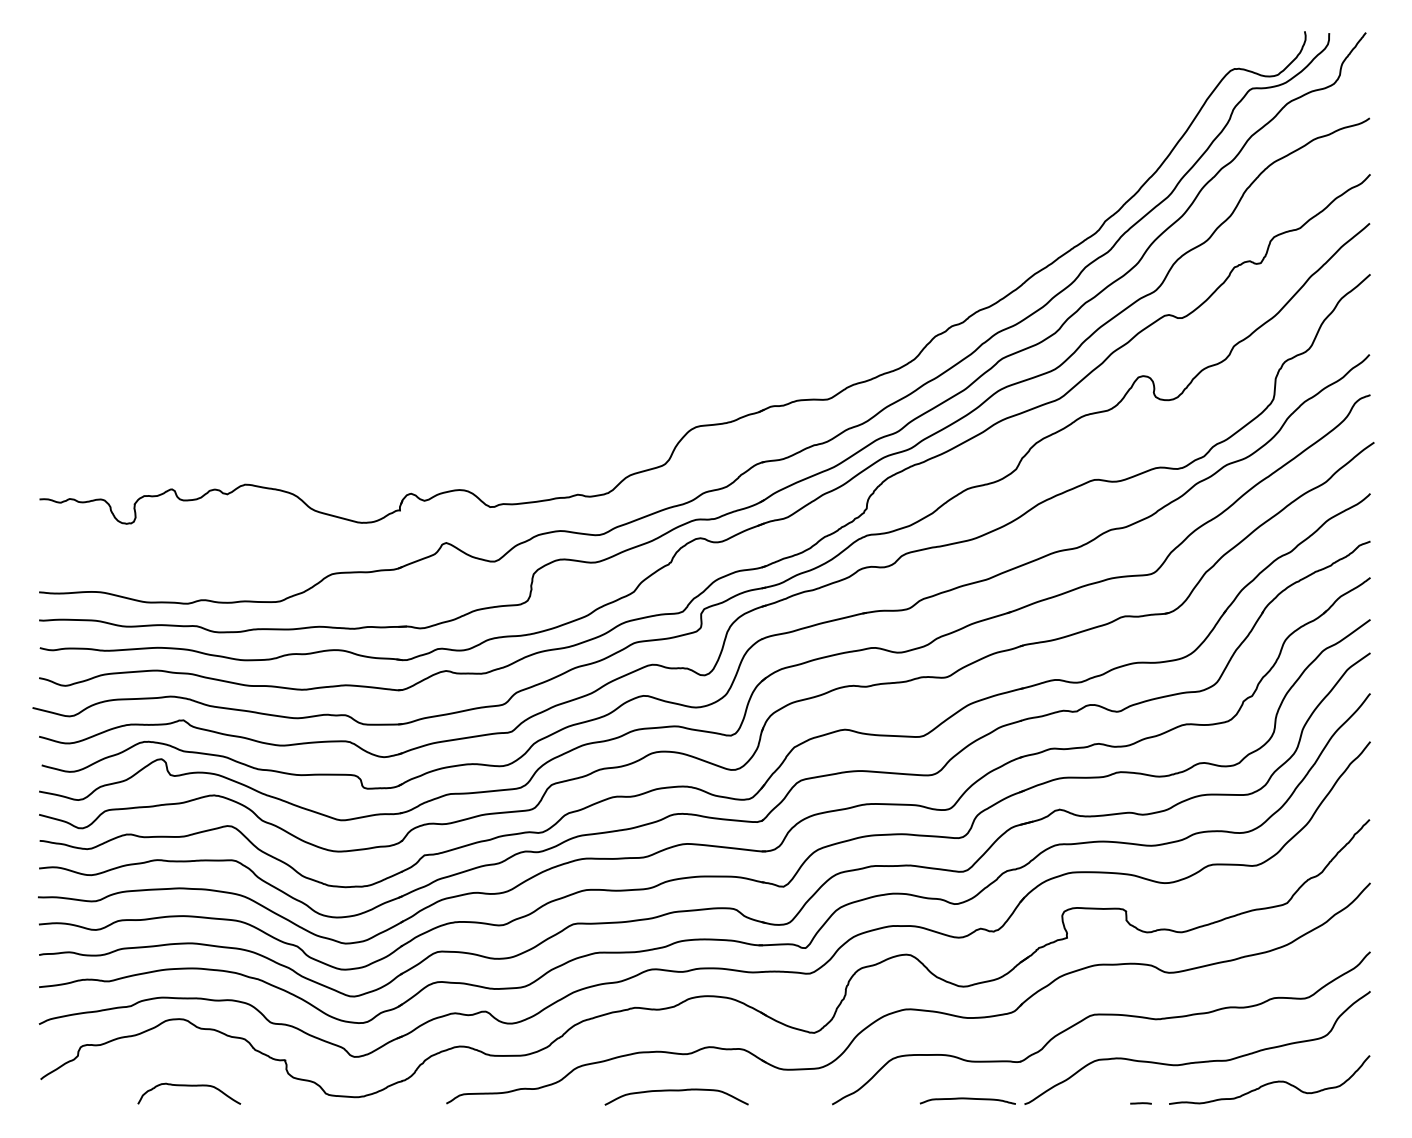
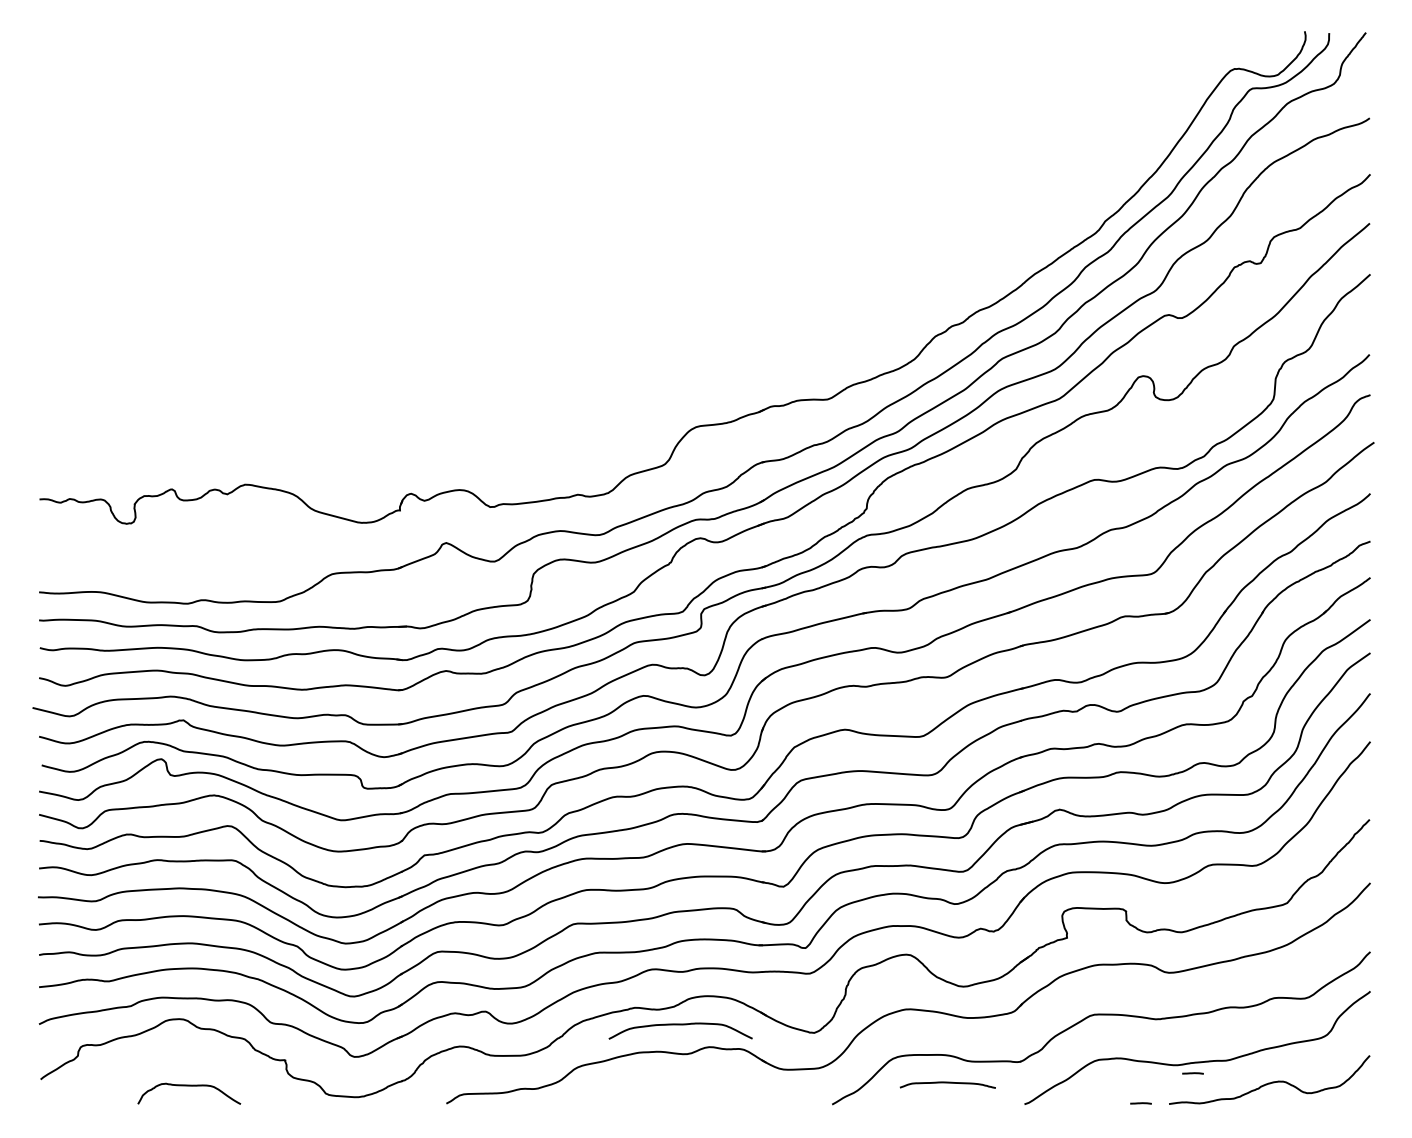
line at (1192, 1073): none -> present
curve at (676, 1091) position: (676, 1091) -> (680, 1025)
curve at (967, 1099) position: (967, 1099) -> (947, 1083)
